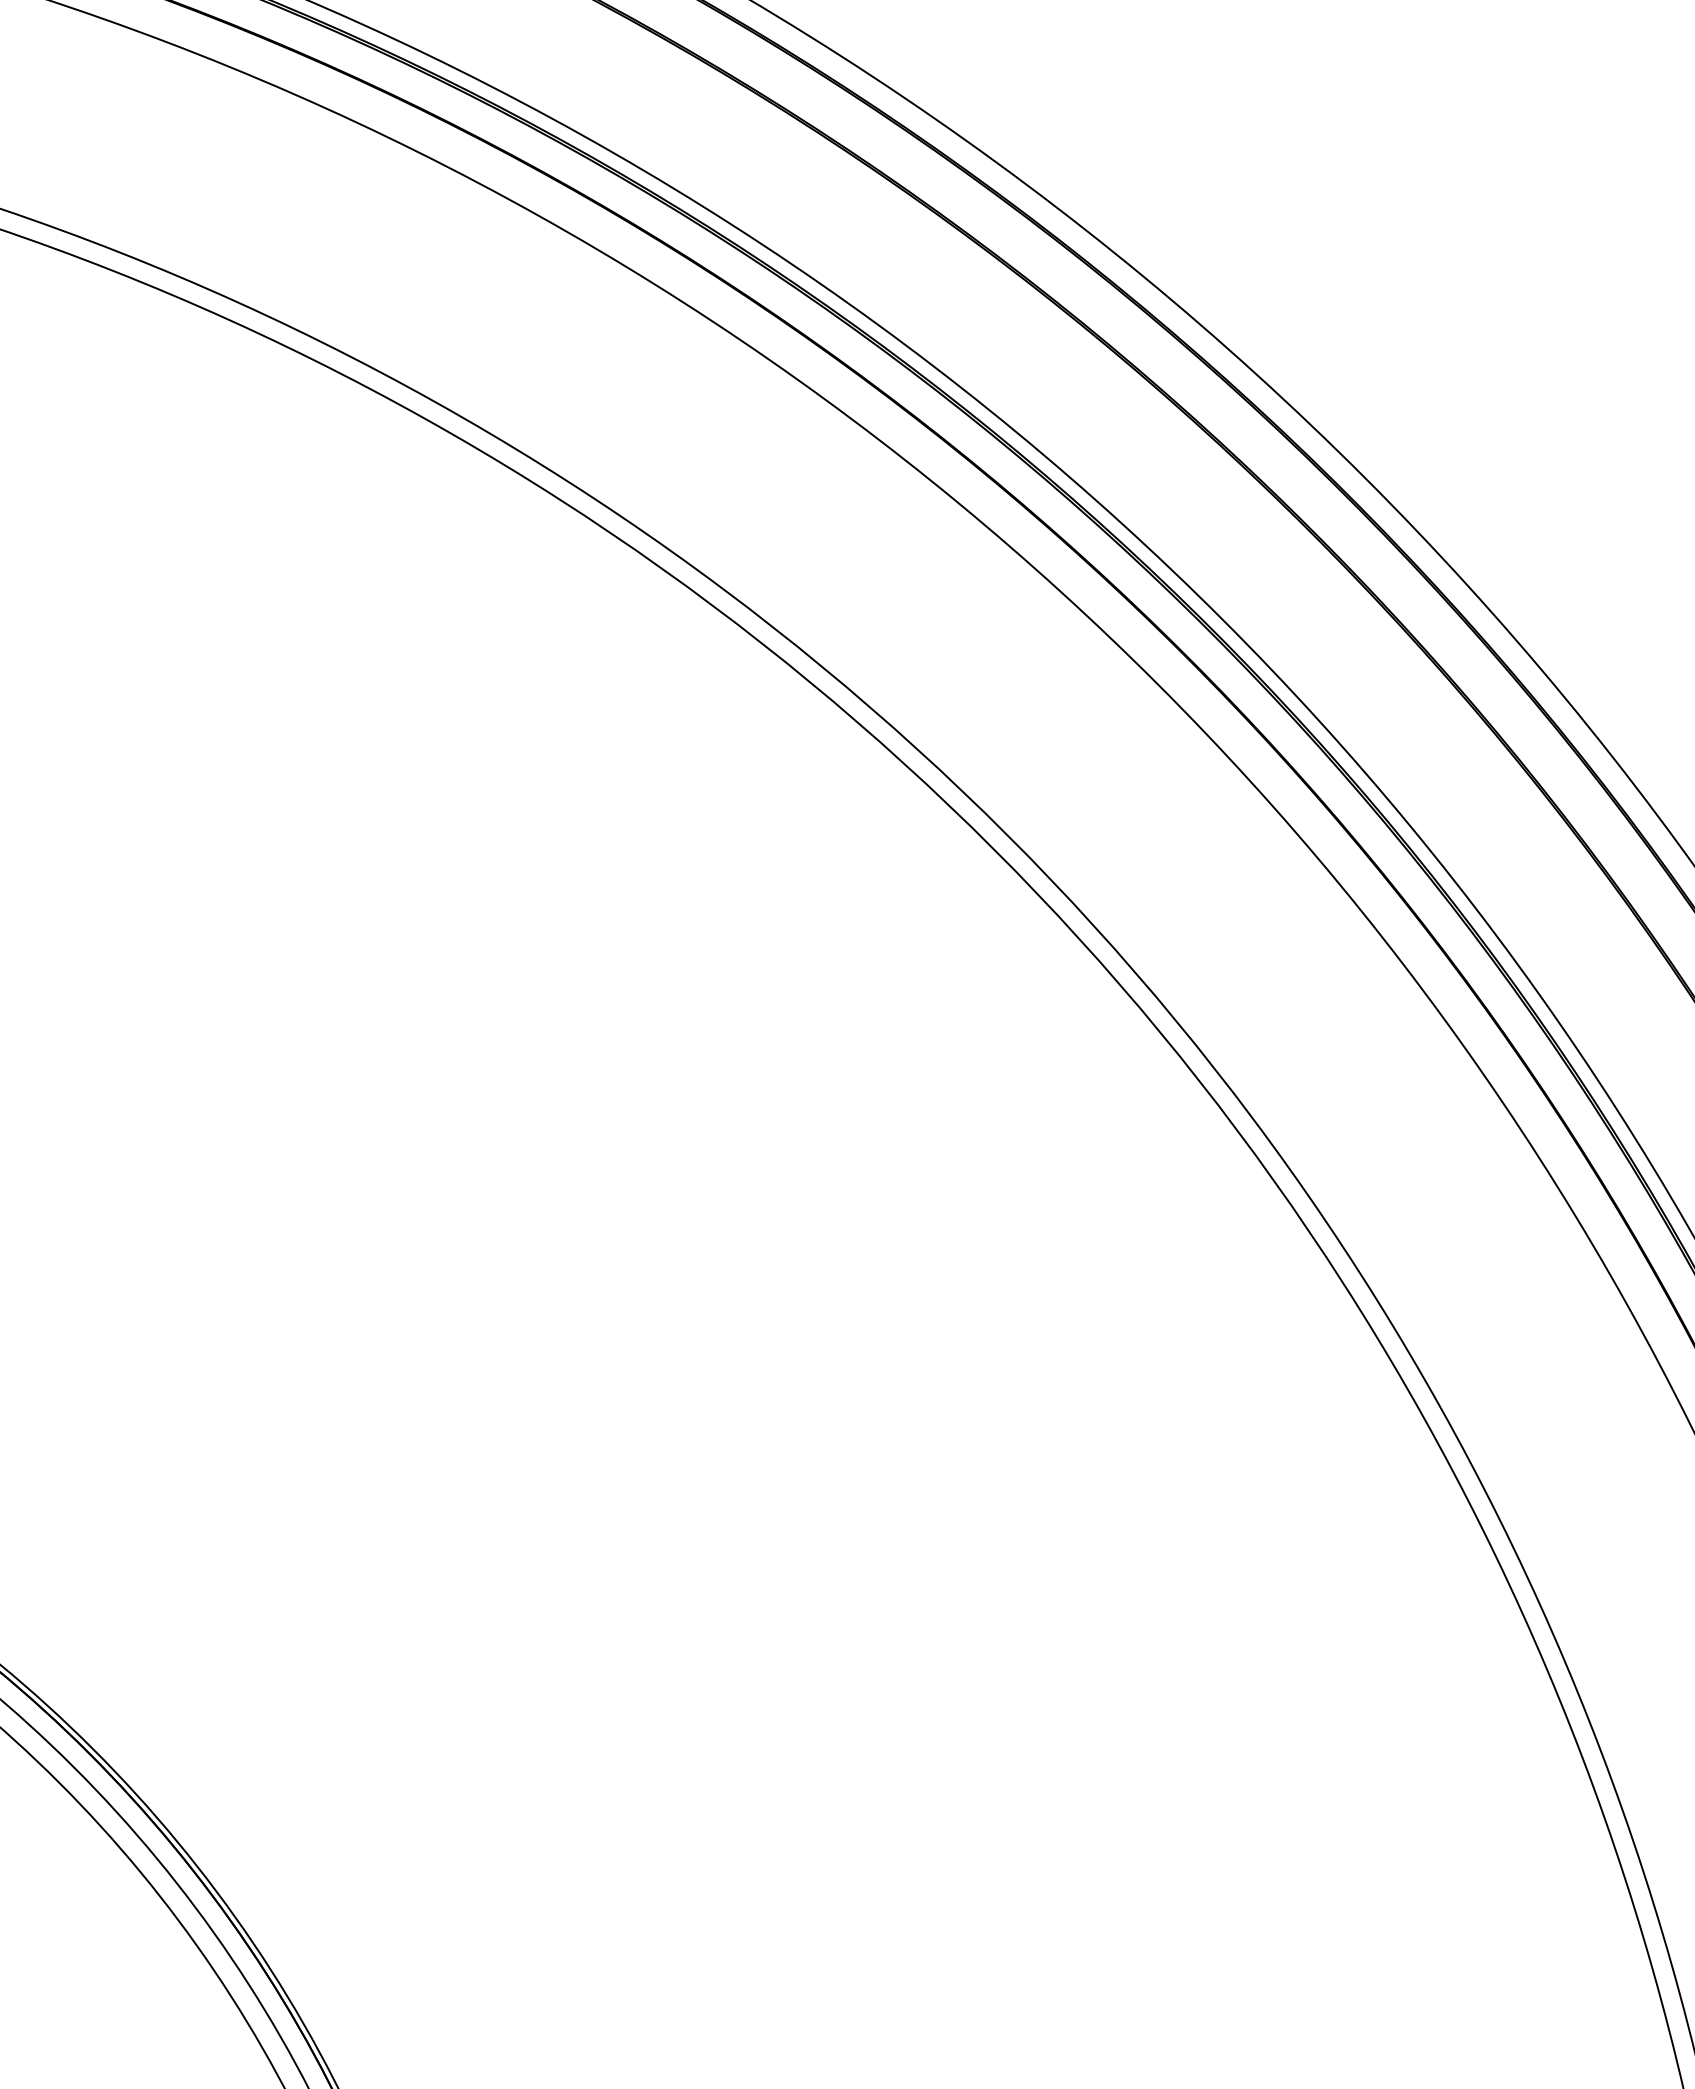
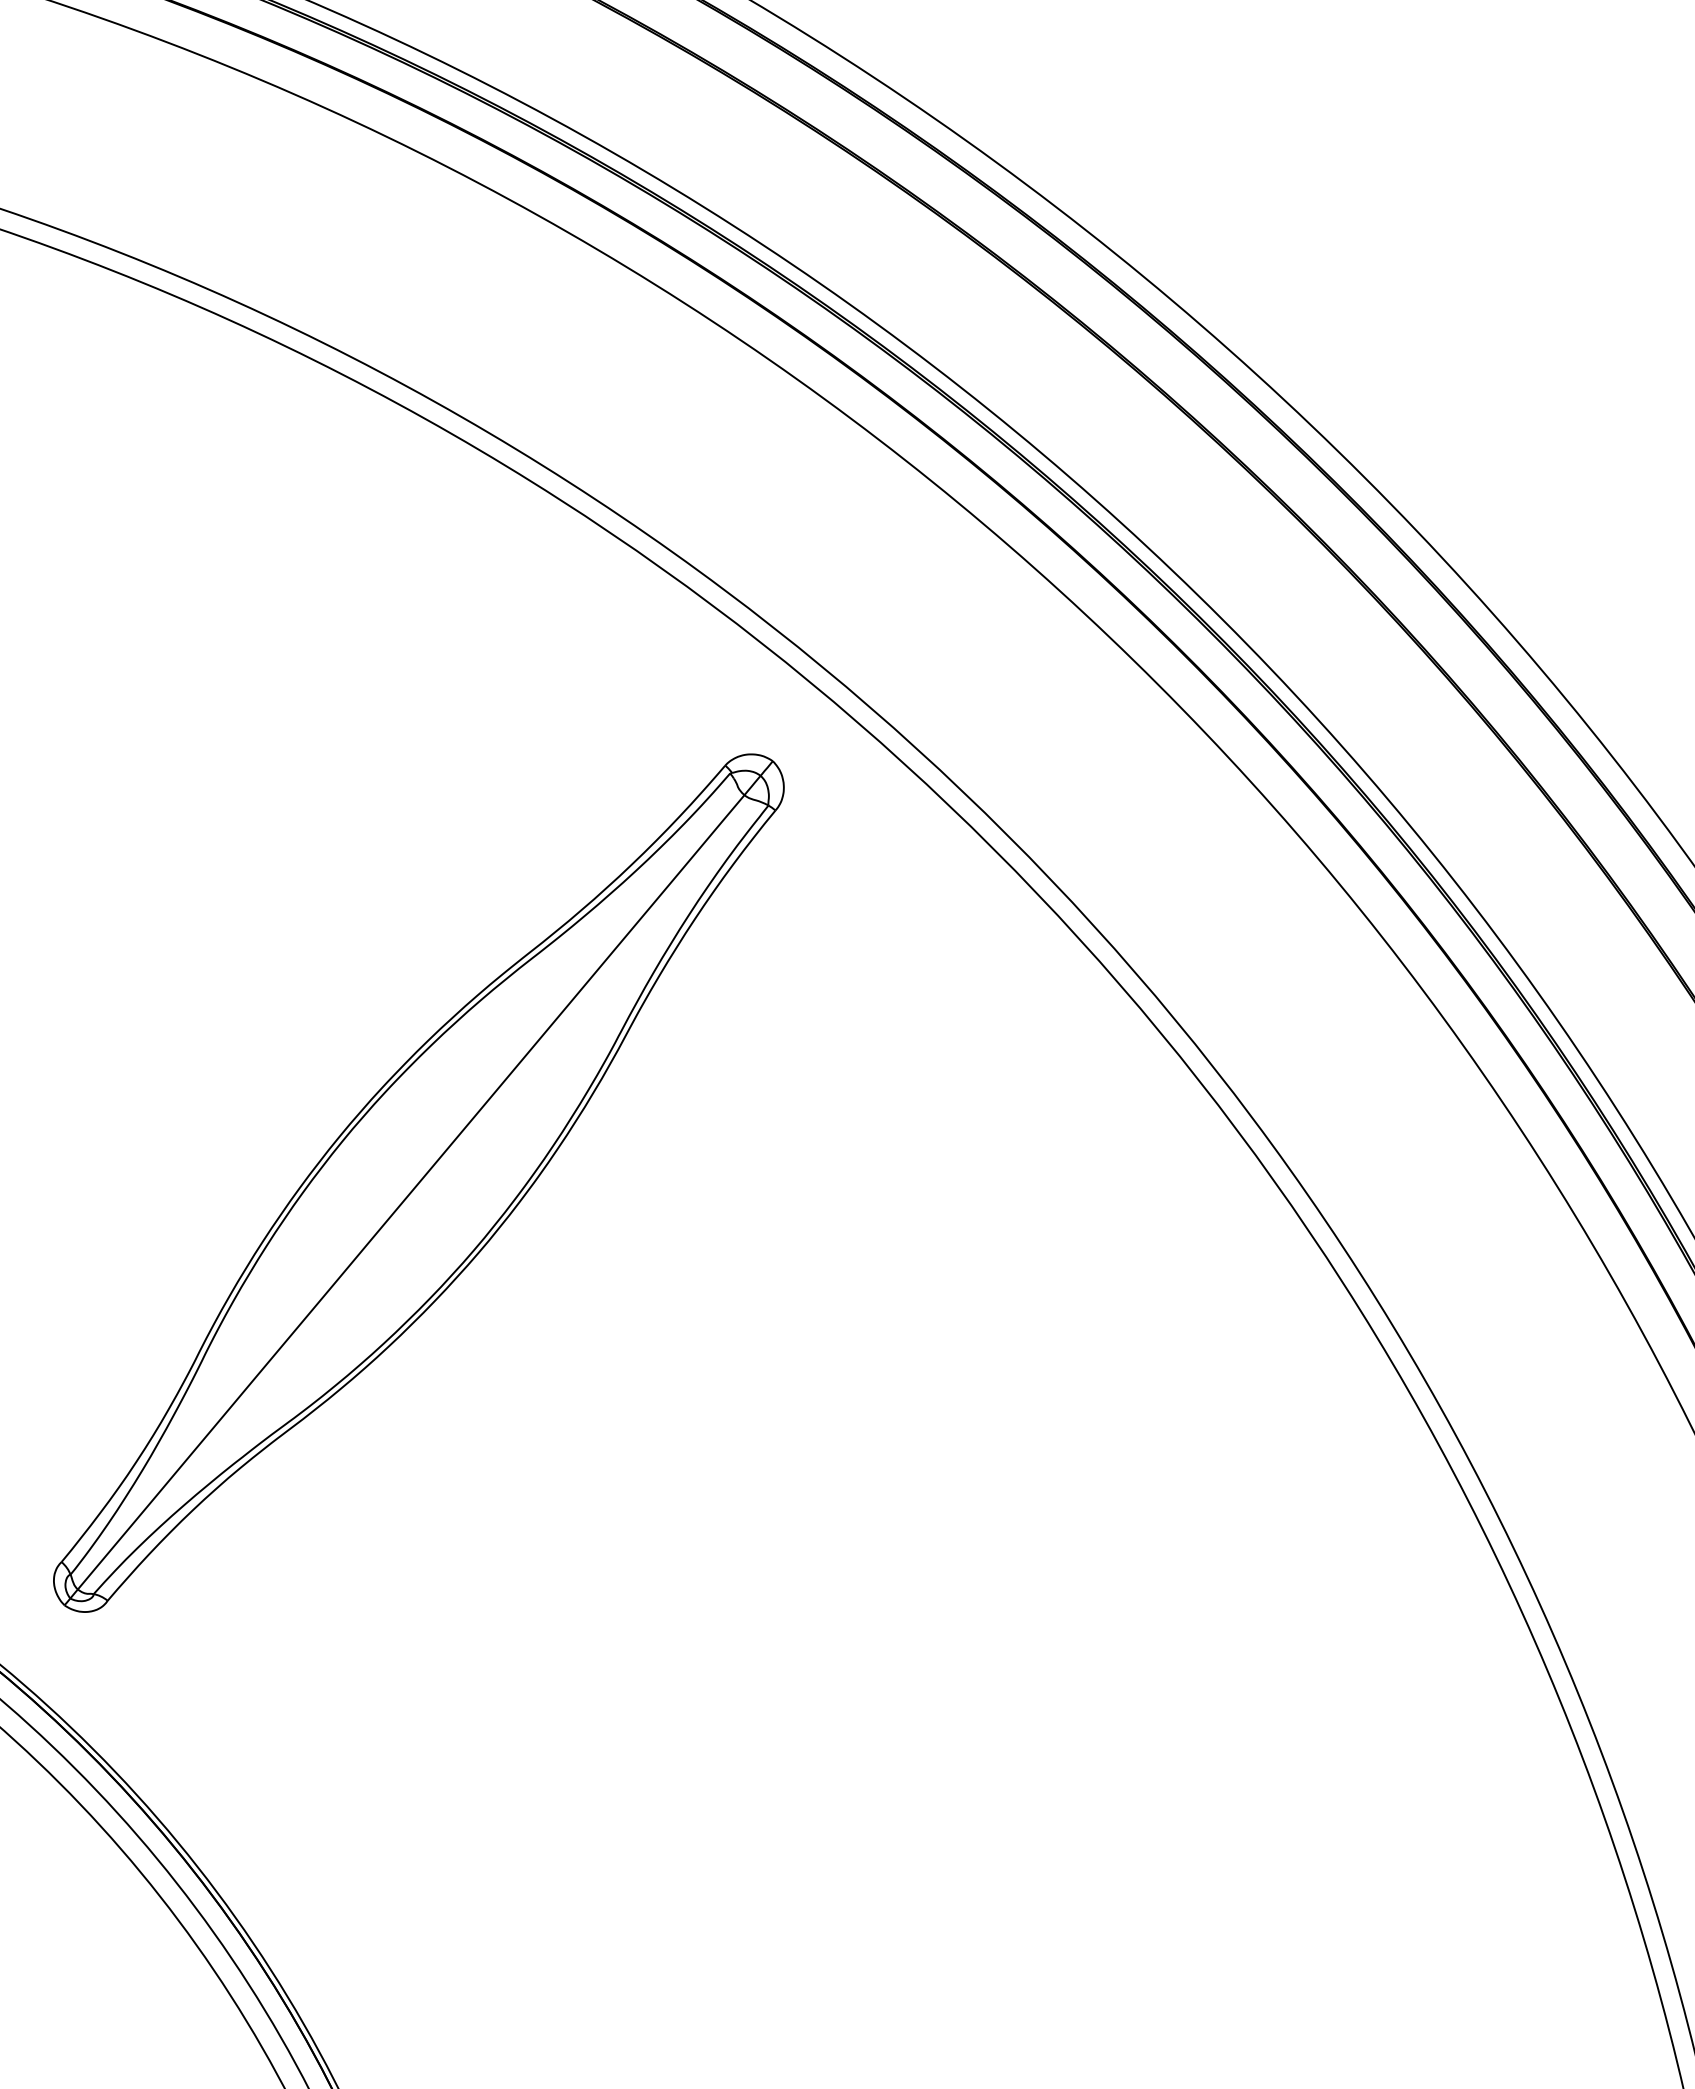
part at (418, 1182): none -> present
